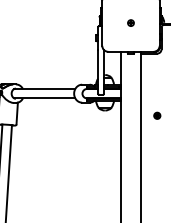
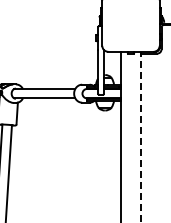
part at (130, 22): present -> none
part at (157, 115): present -> none
line at (141, 136): solid -> dashed
